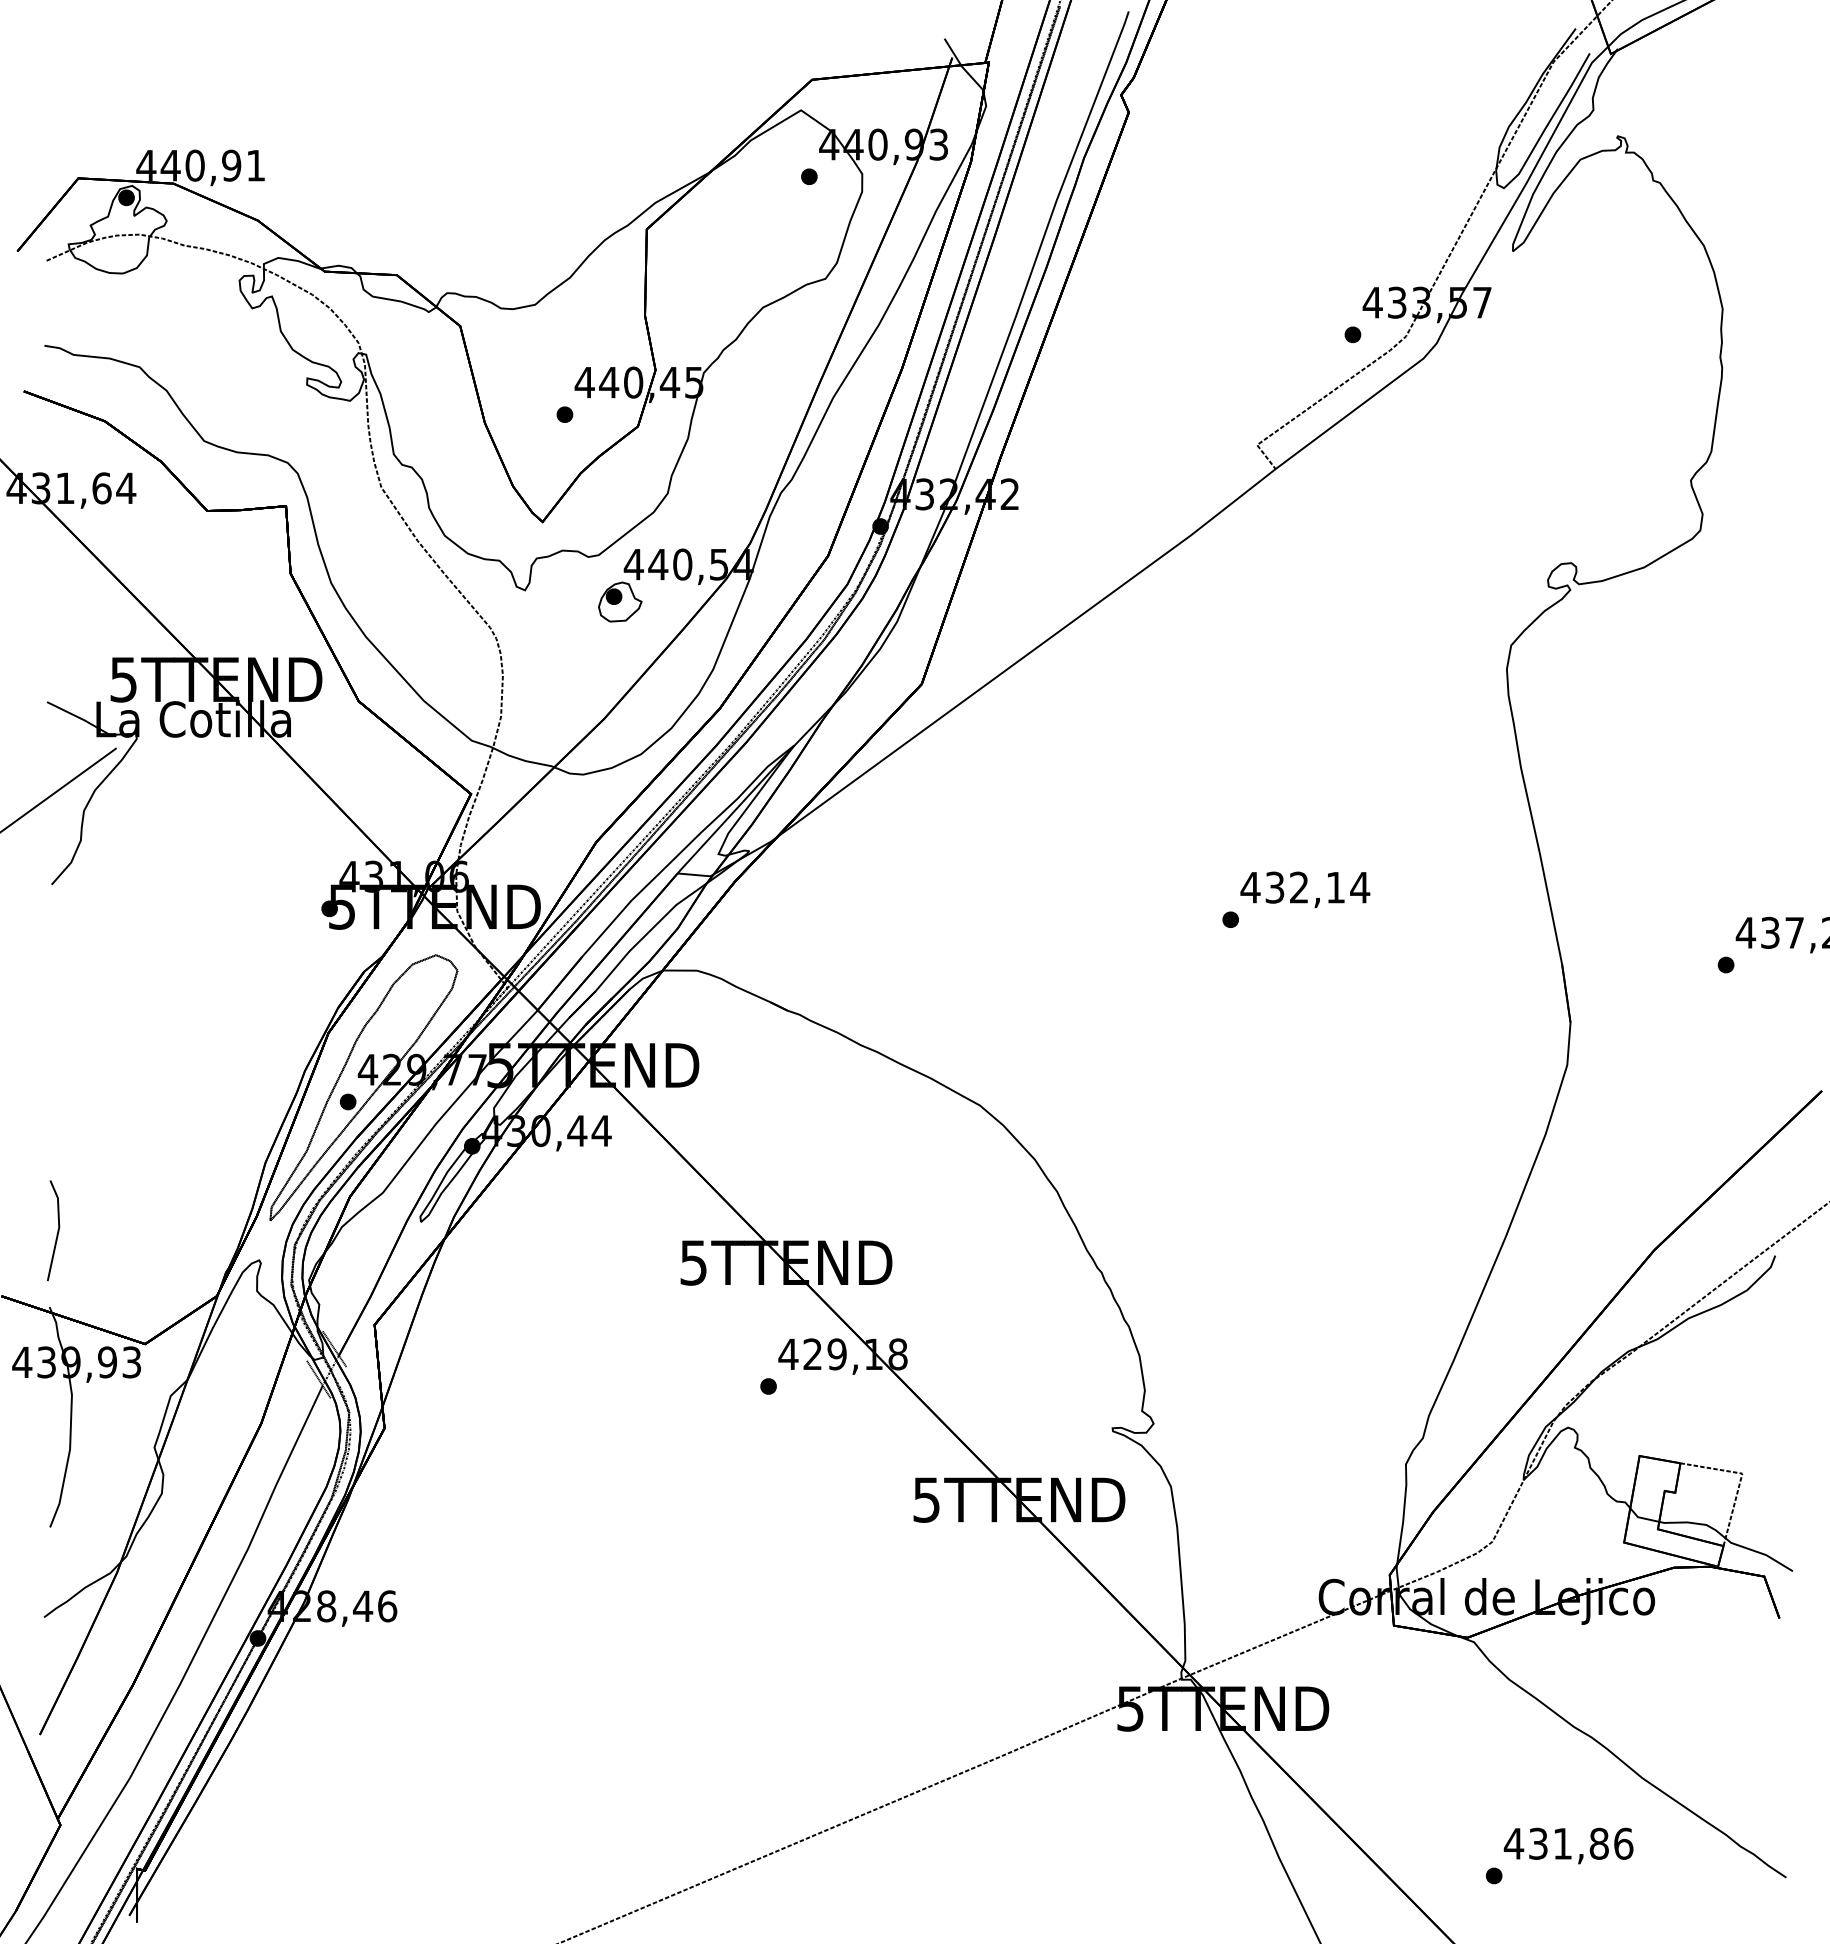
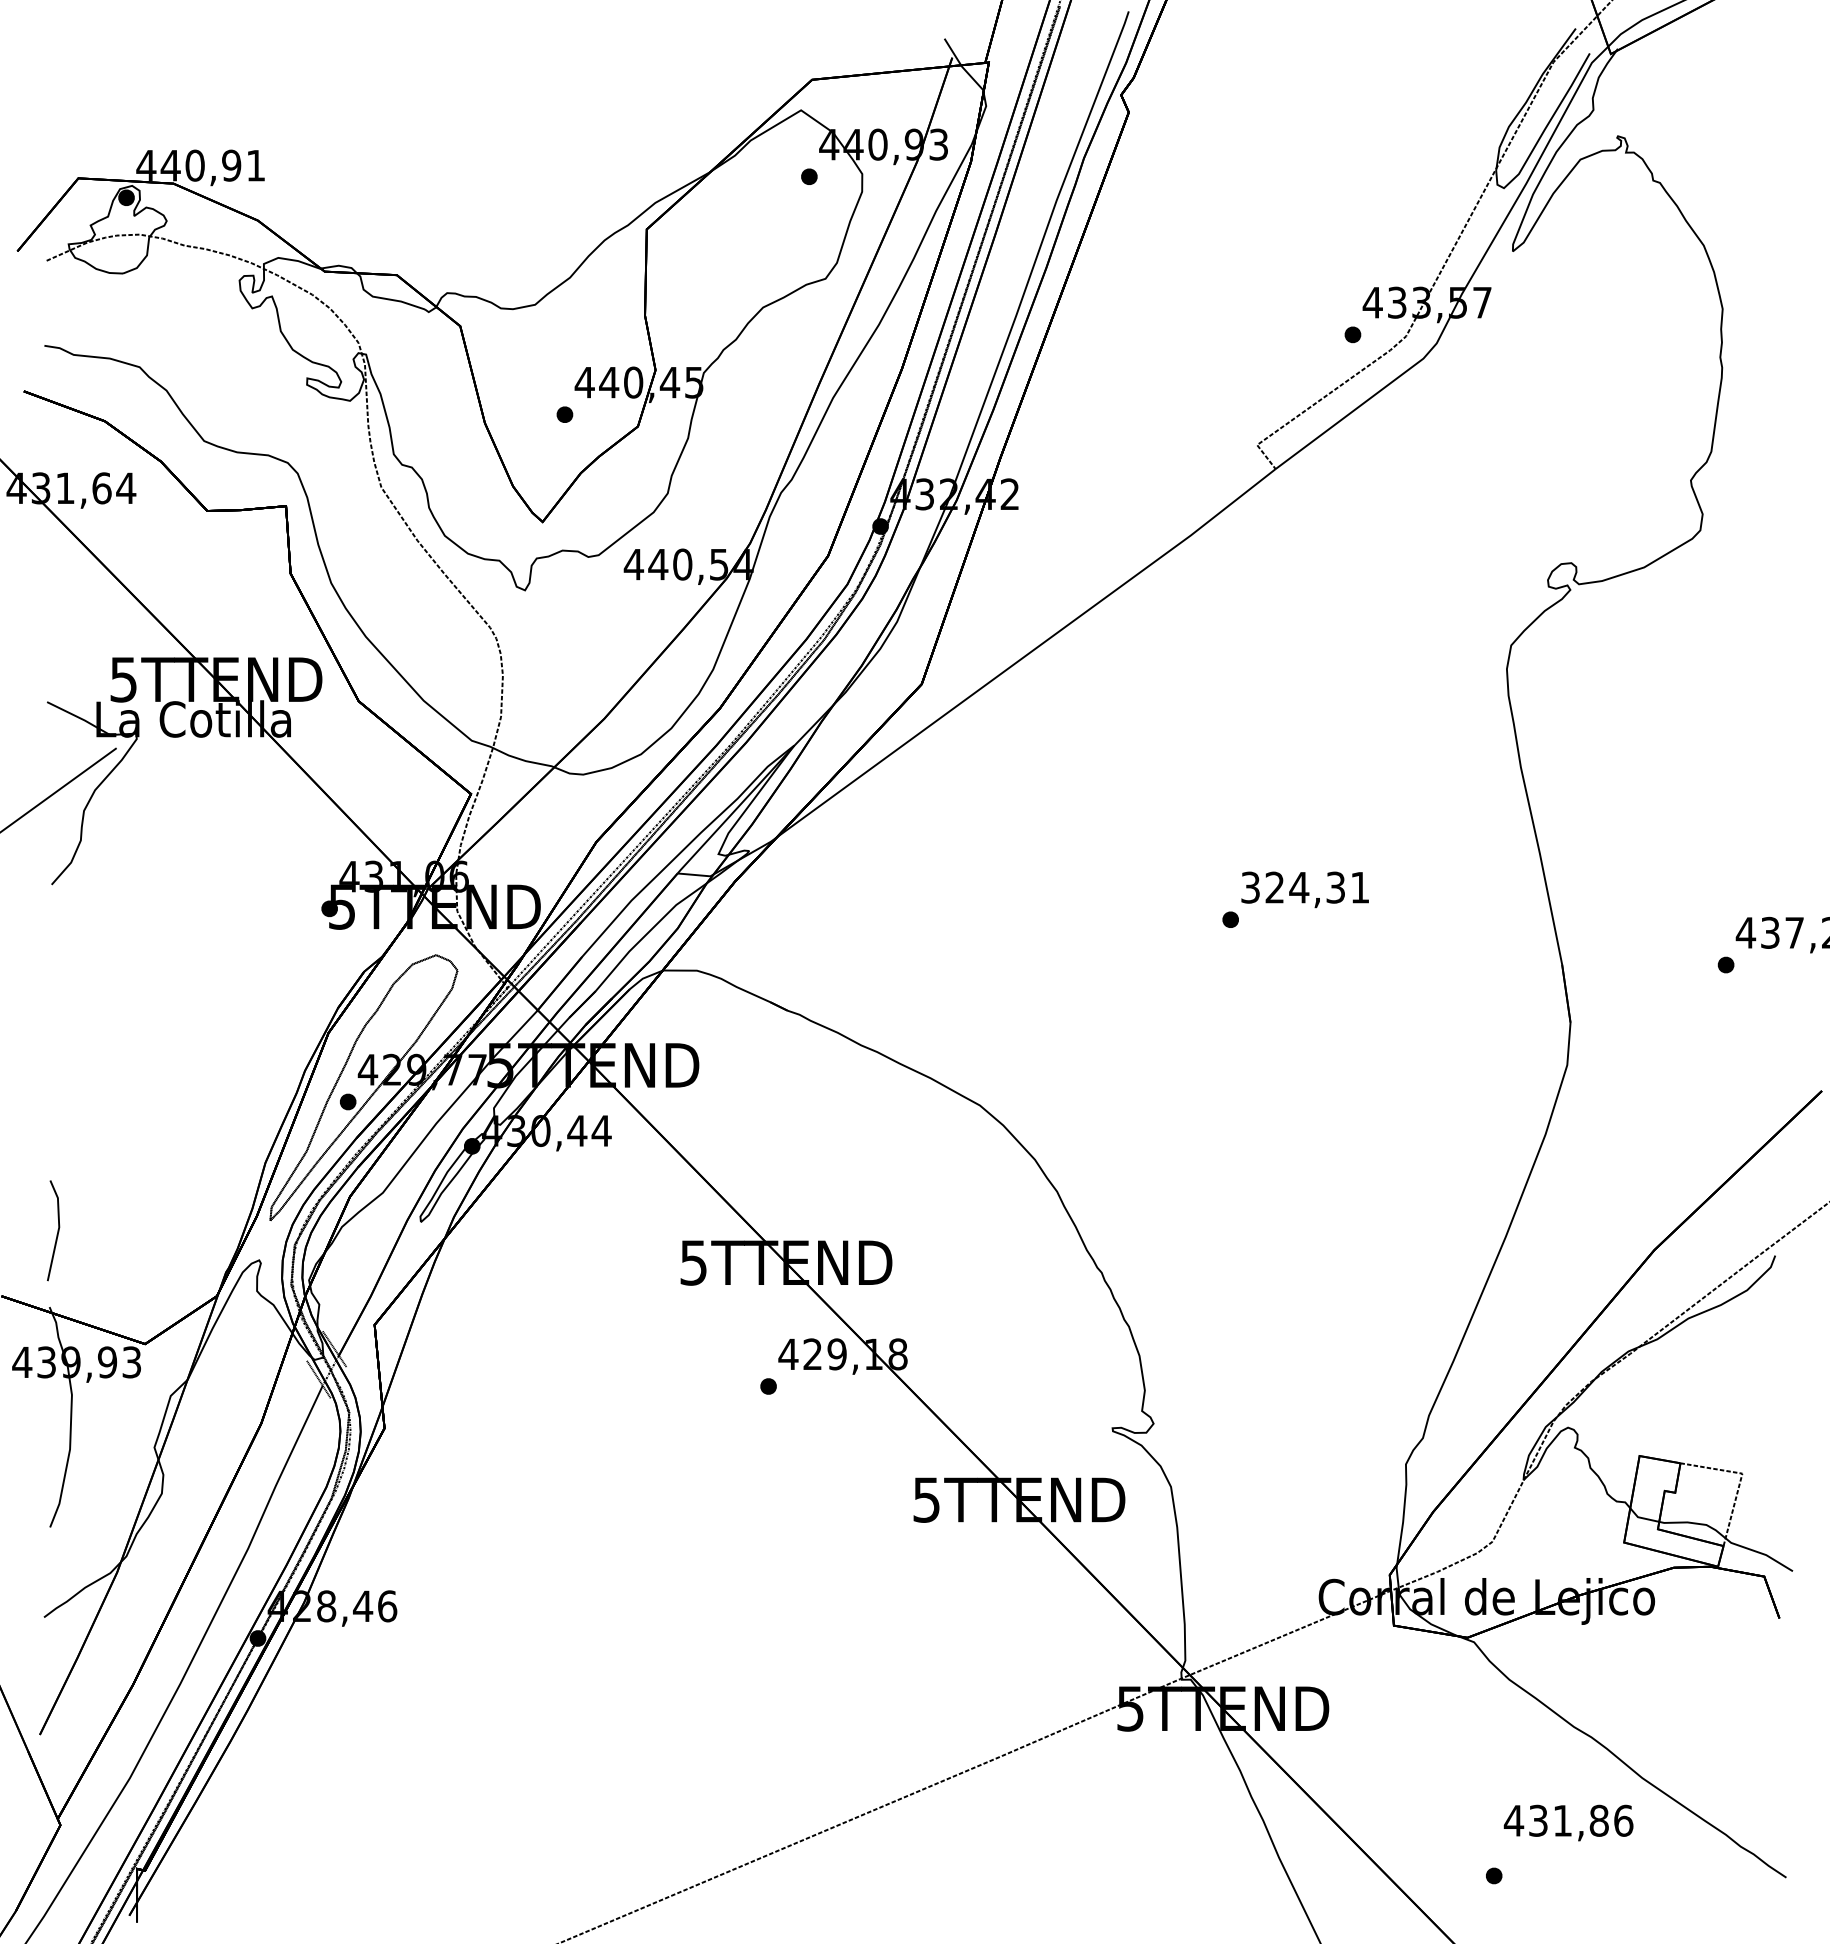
part at (620, 601): present -> none
text at (1305, 887): 432,14 -> 324,31
text at (1568, 1845) position: (1568, 1845) -> (1568, 1822)
